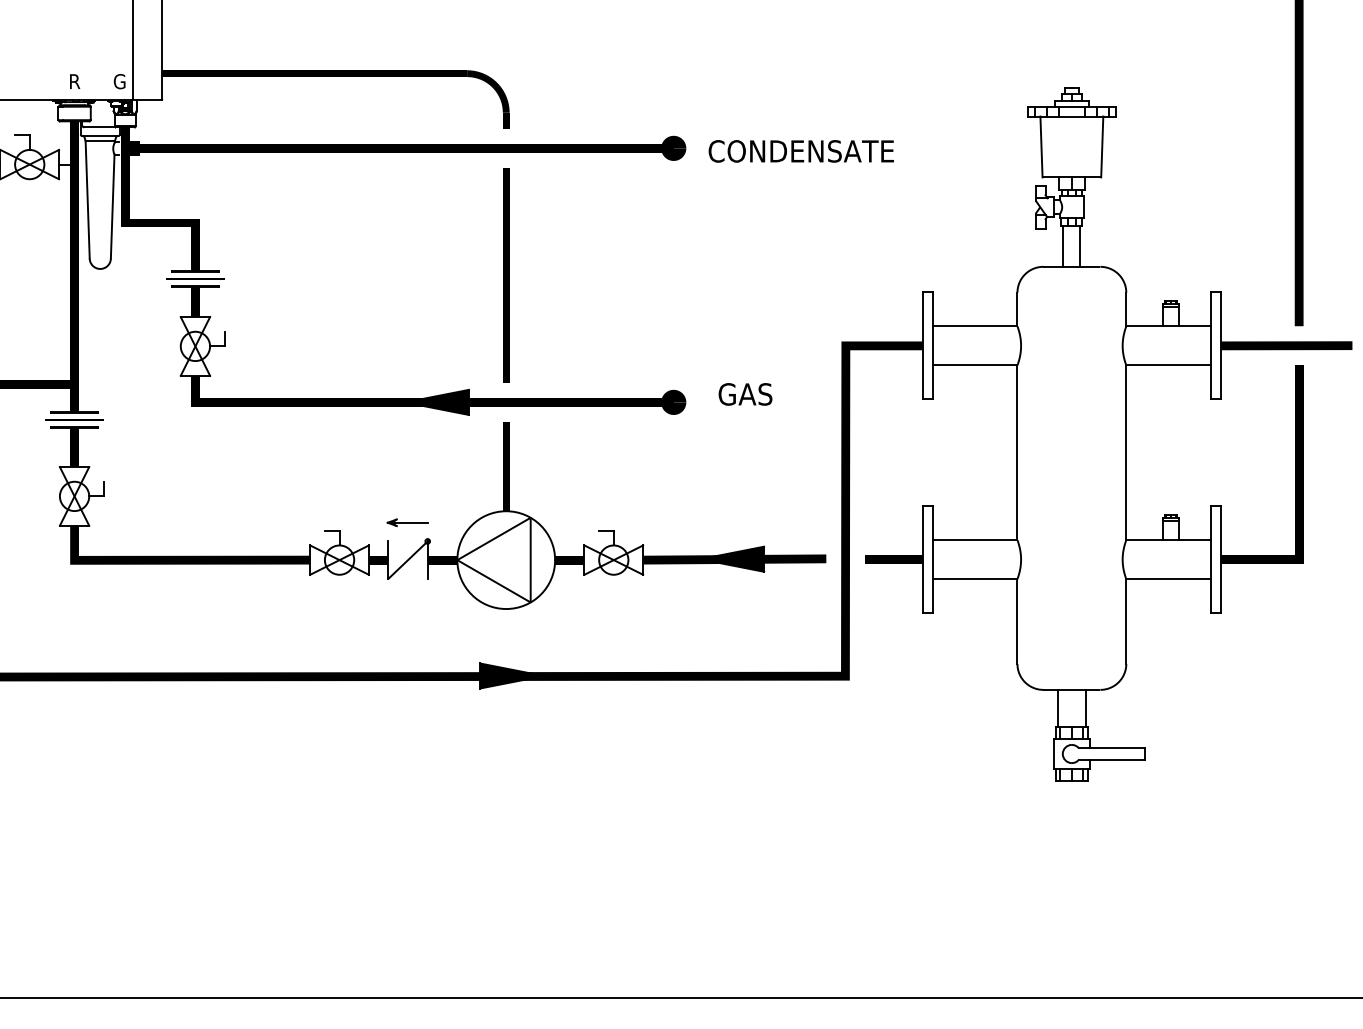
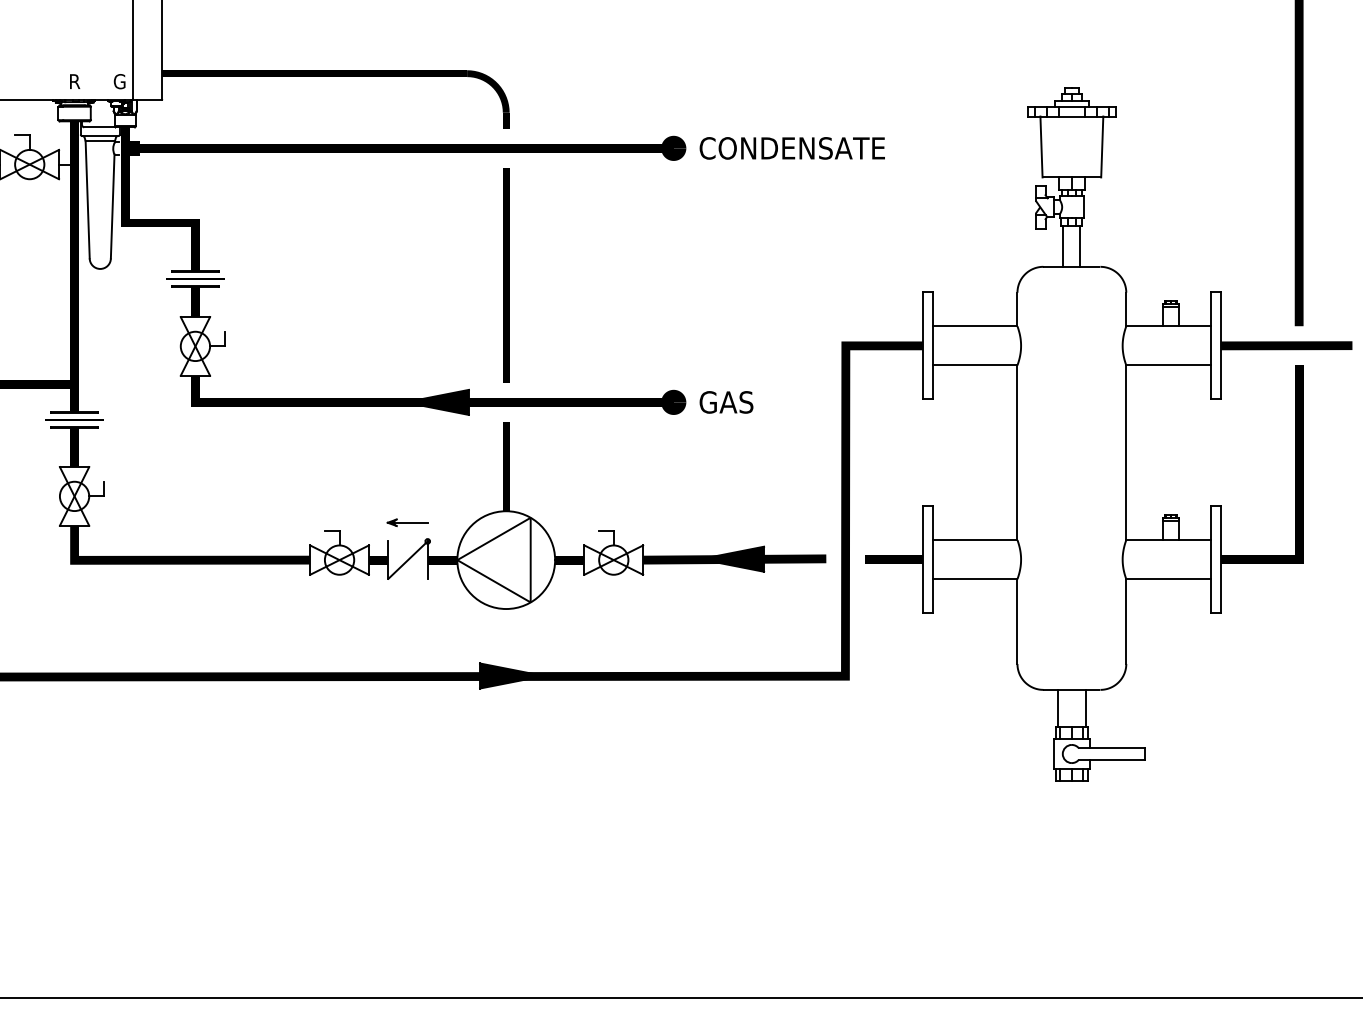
text at (800, 151) position: (800, 151) -> (791, 148)
text at (745, 394) position: (745, 394) -> (726, 402)
